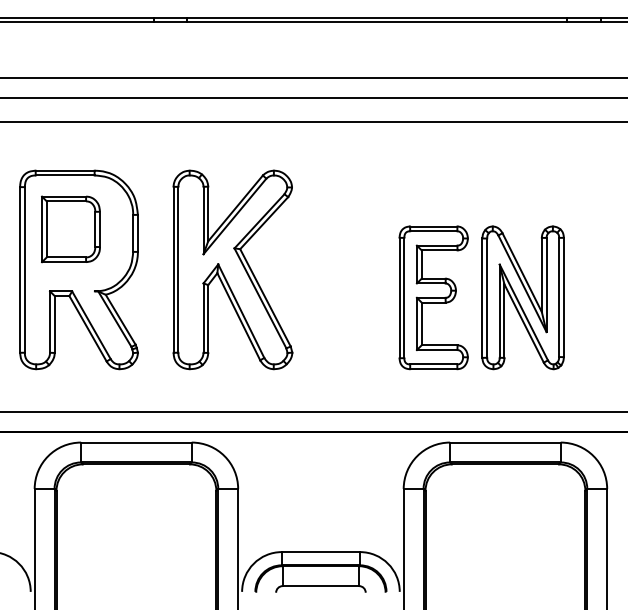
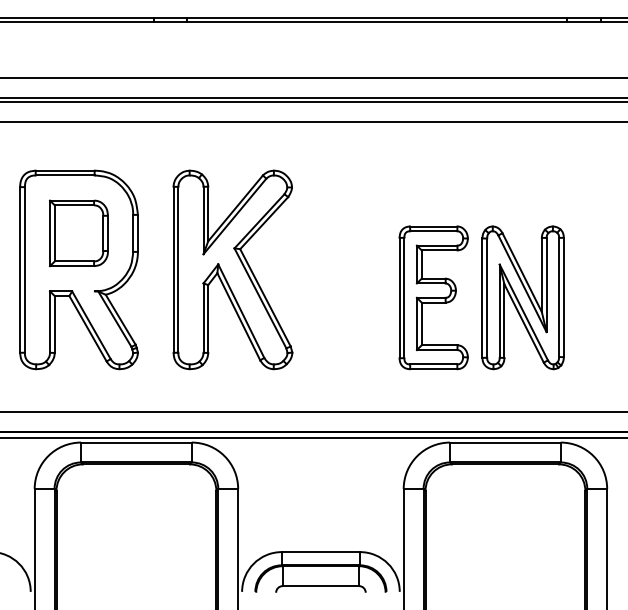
line at (313, 102): none -> present
part at (70, 229) position: (70, 229) -> (78, 233)
line at (313, 438): none -> present
